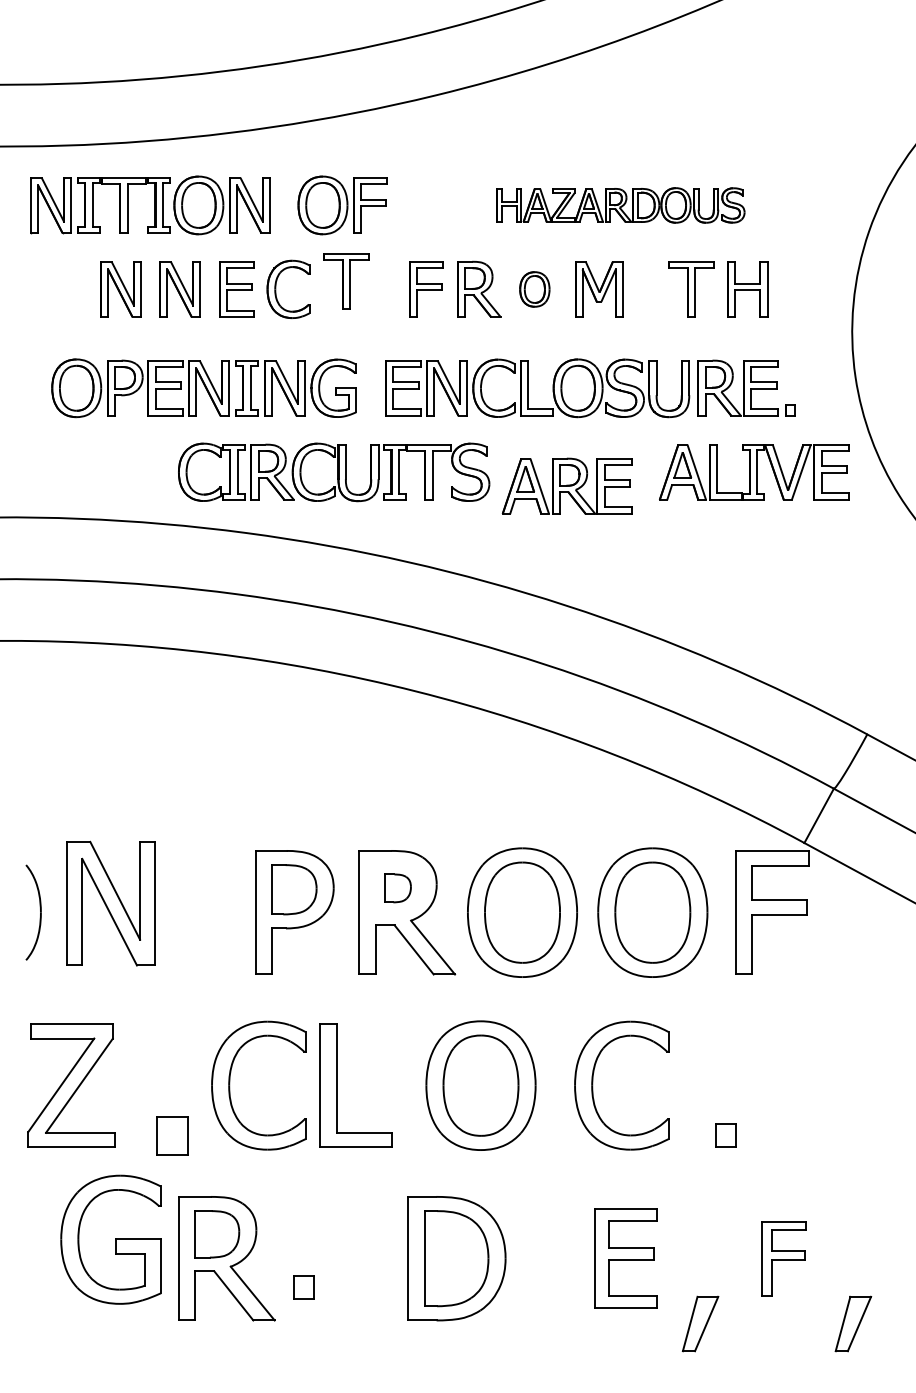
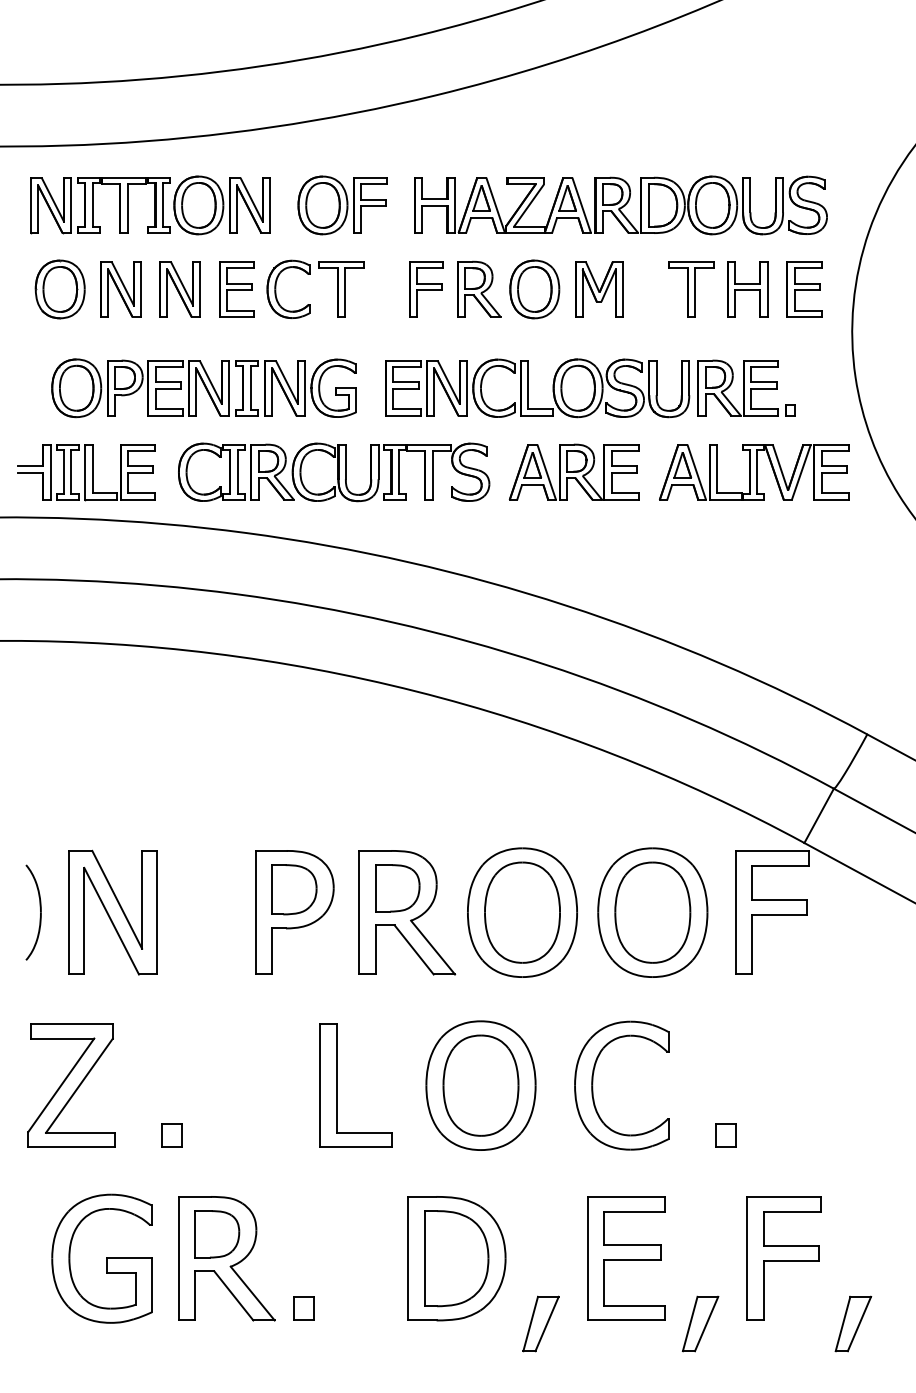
part at (620, 205) size: 250x37 px -> 414x61 px
part at (346, 281) position: (346, 281) -> (341, 289)
part at (59, 289): none -> present
part at (534, 289) size: 32x37 px -> 52x61 px
part at (804, 289): none -> present
part at (86, 472): none -> present
part at (566, 485) position: (566, 485) -> (573, 471)
part at (397, 888) size: 28x31 px -> 46x49 px
part at (110, 903) position: (110, 903) -> (112, 912)
part at (230, 1085): present -> none
part at (172, 1135) size: 33x40 px -> 22x25 px
part at (110, 1239) position: (110, 1239) -> (101, 1258)
part at (625, 1258) size: 64x101 px -> 79x125 px
part at (783, 1258) size: 46x76 px -> 76x125 px
part at (303, 1287) position: (303, 1287) -> (303, 1308)
part at (540, 1323): none -> present
